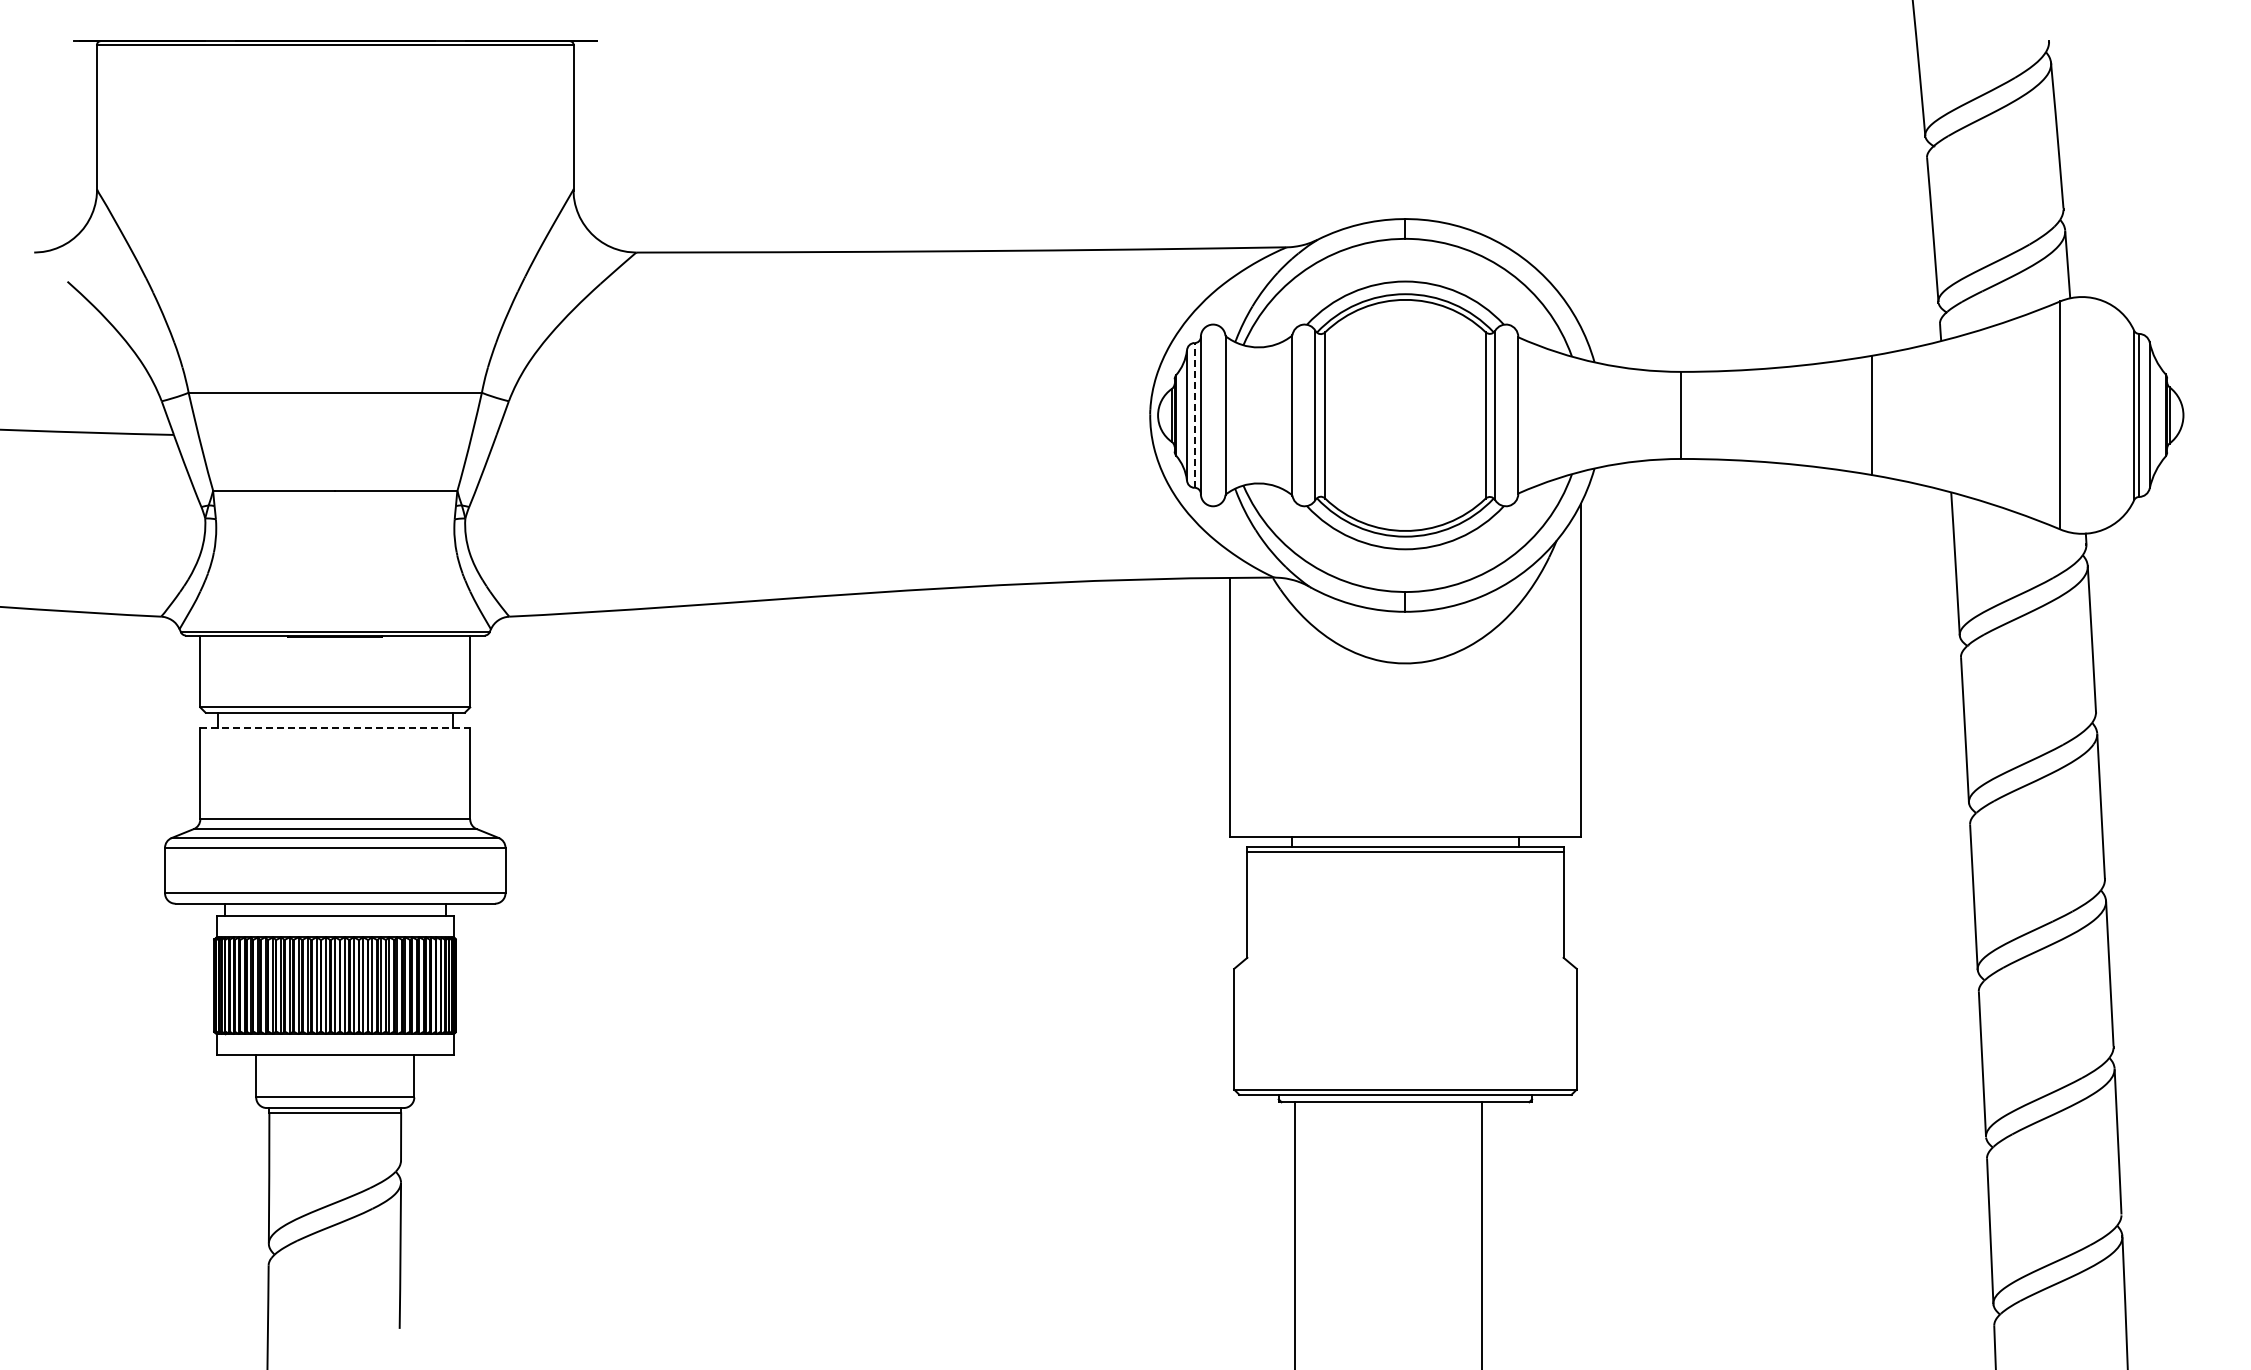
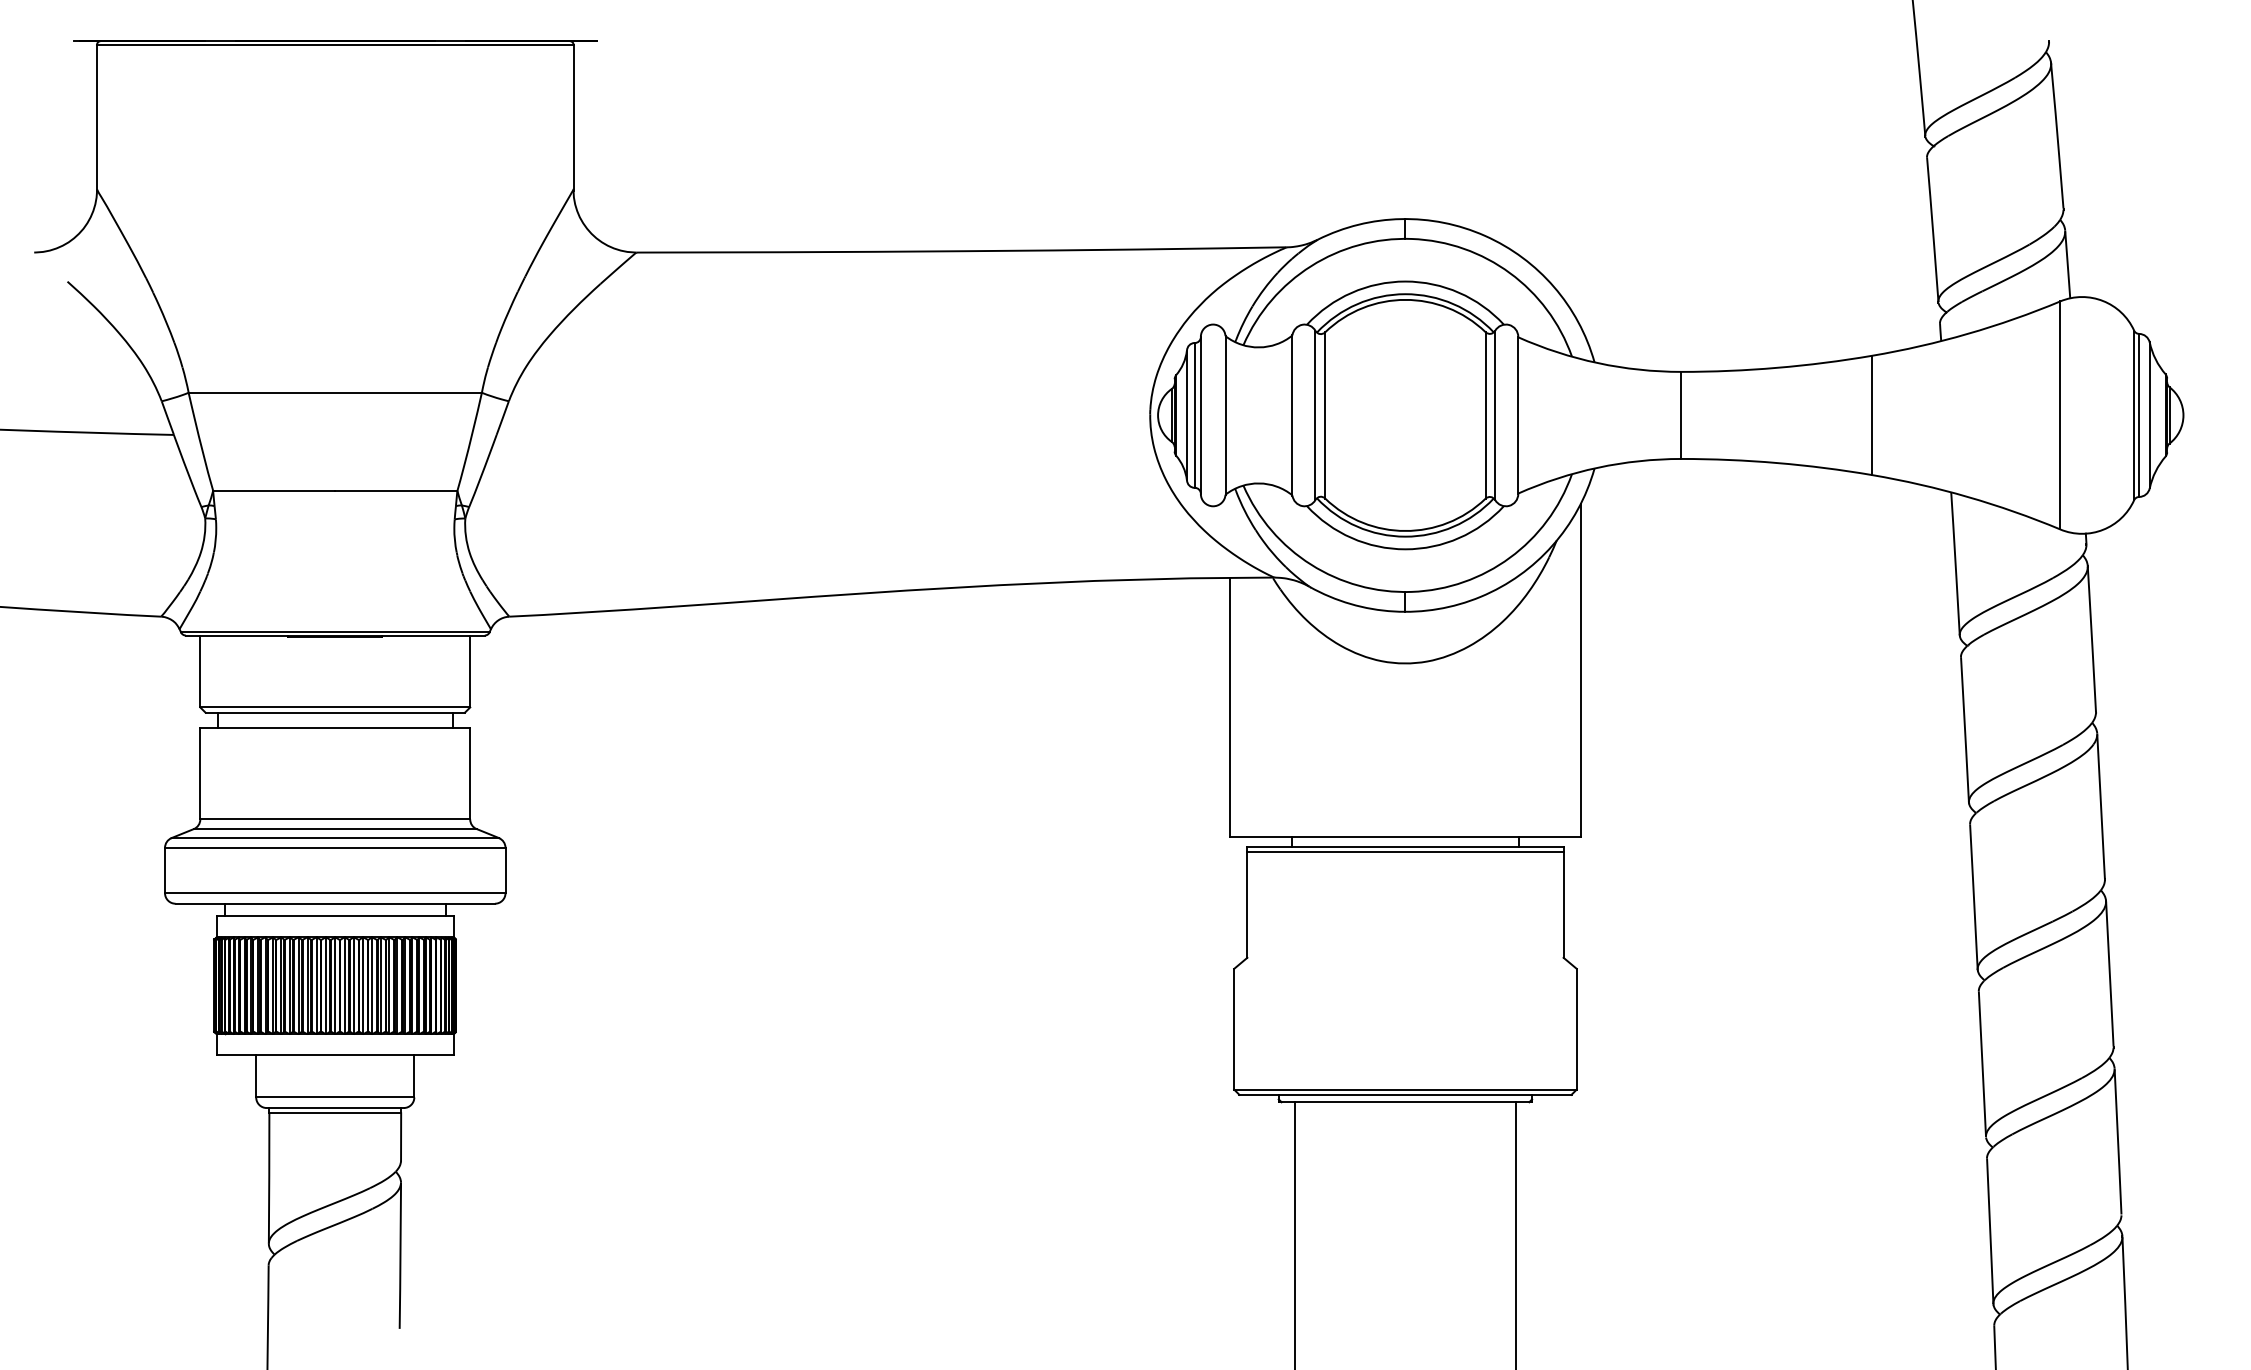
line at (1194, 414): dashed -> solid
line at (335, 727): dashed -> solid
line at (1482, 1234) position: (1482, 1234) -> (1516, 1234)
